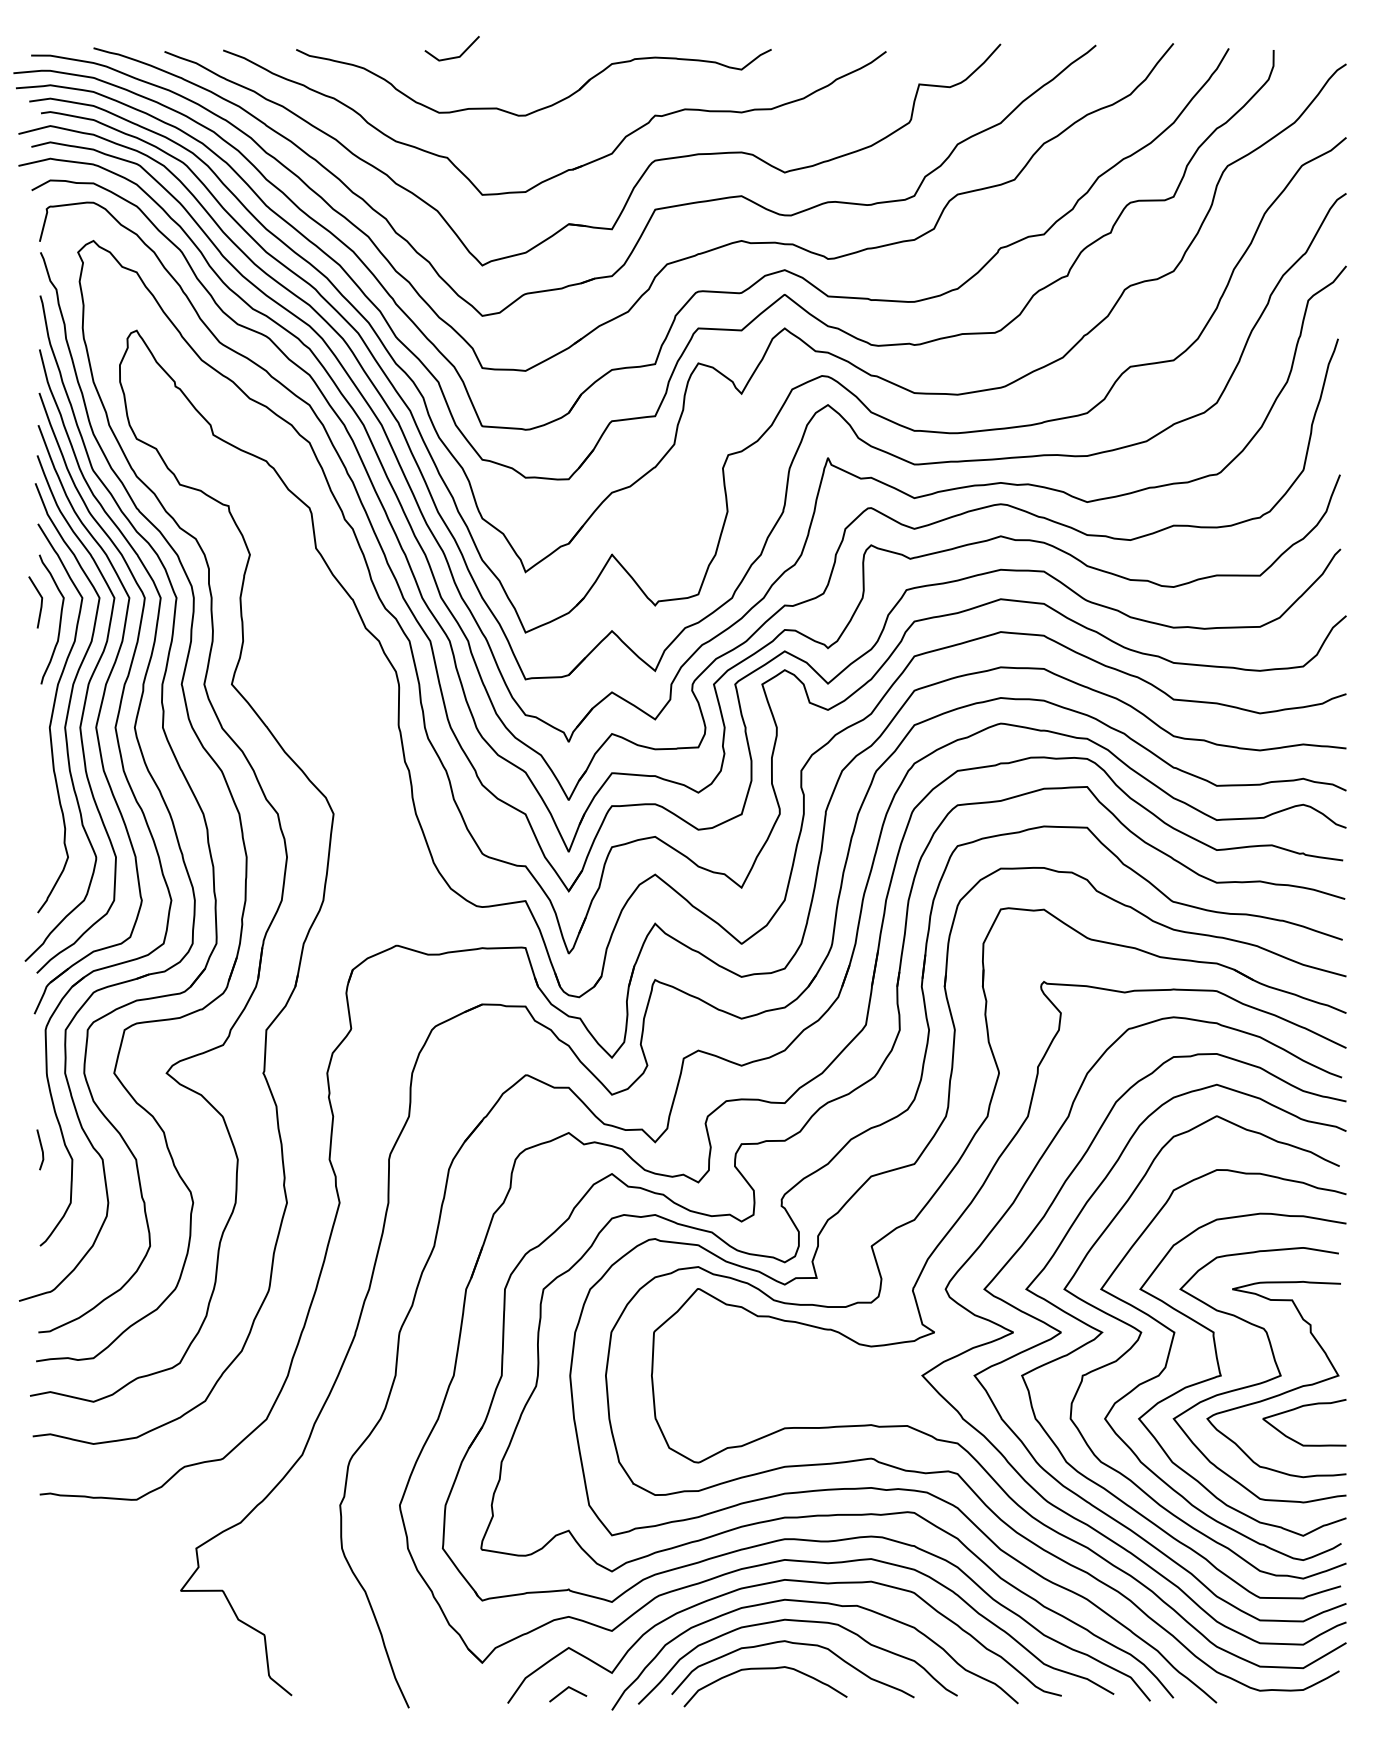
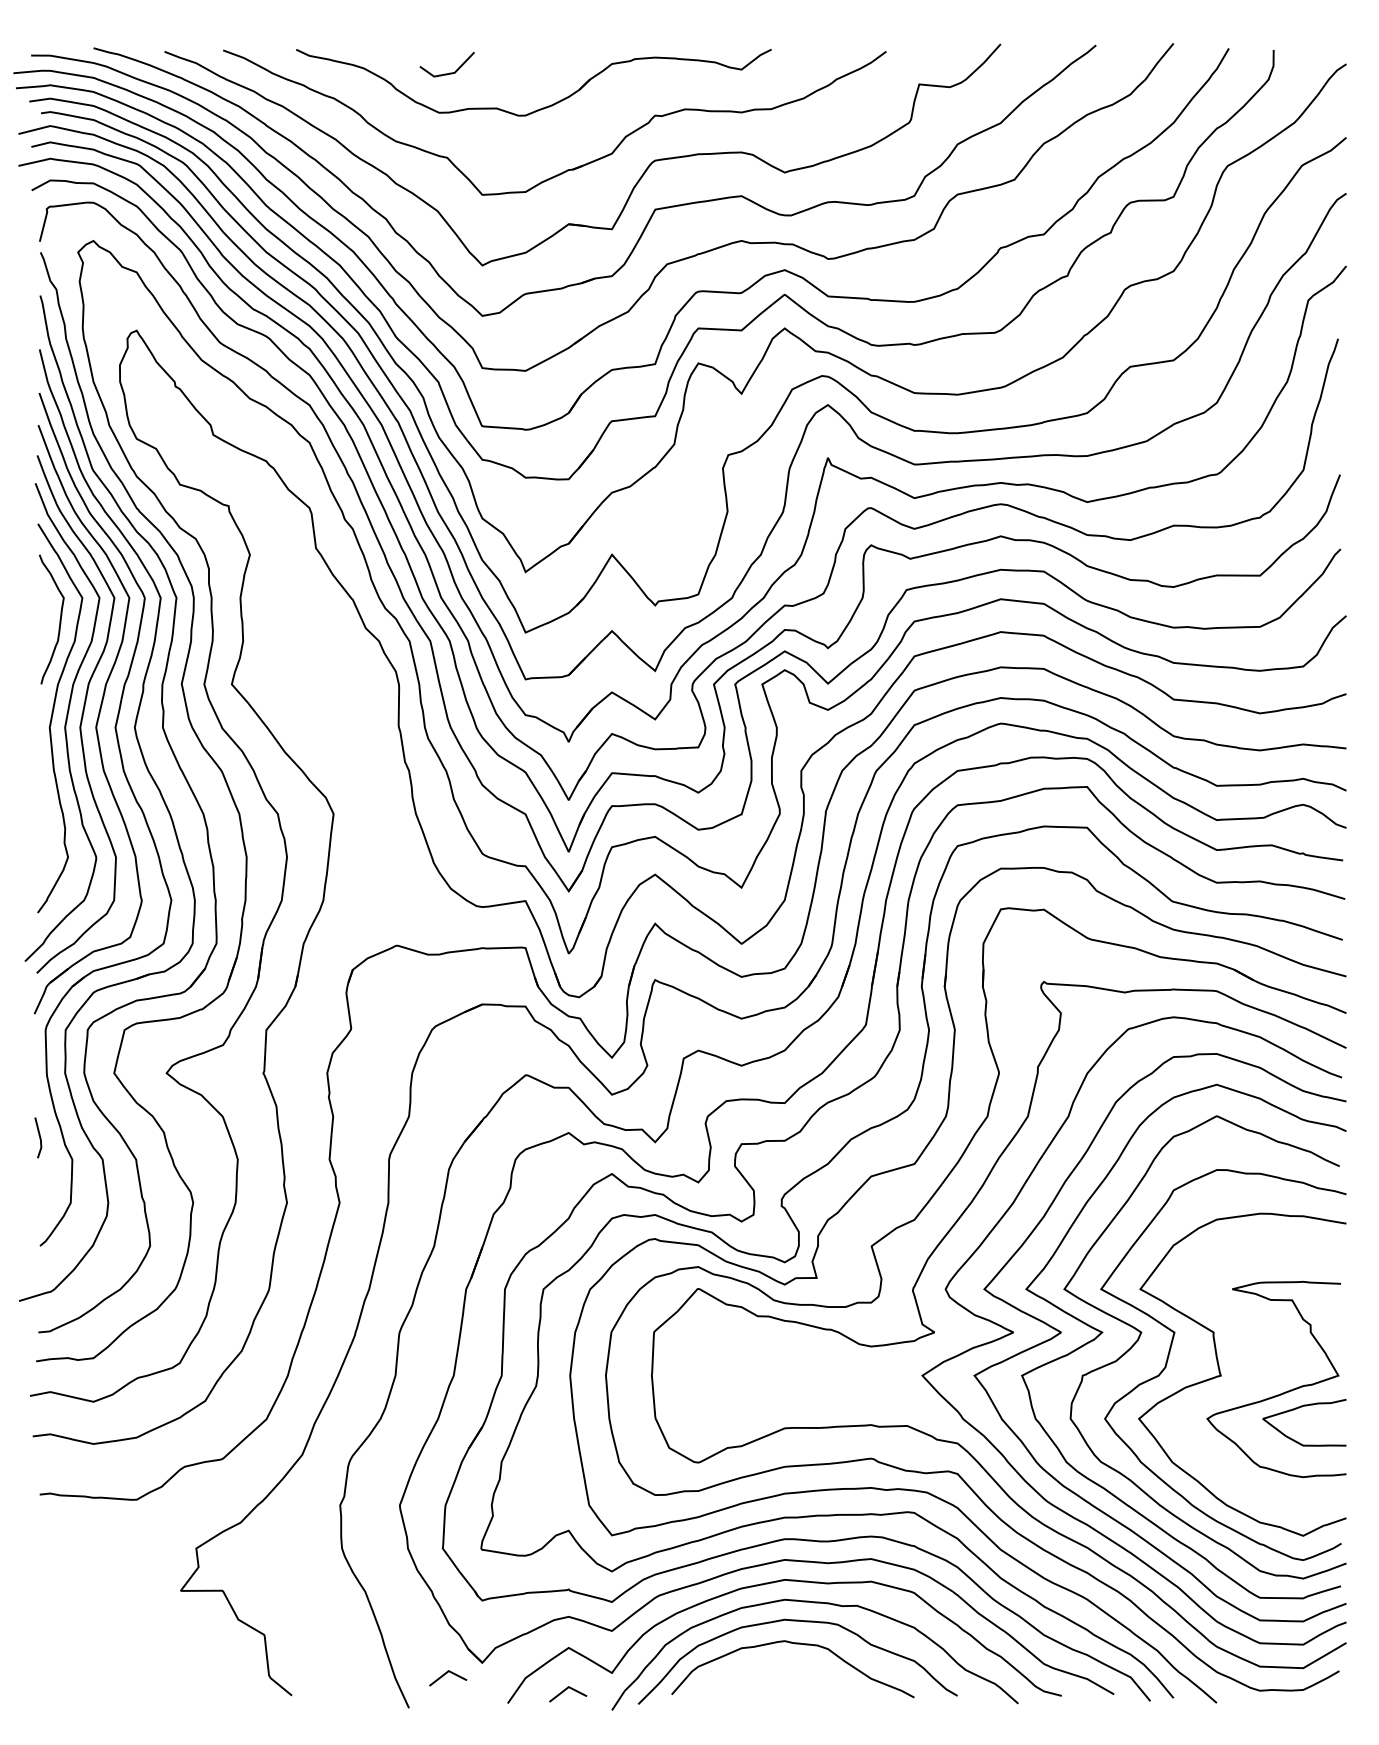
line at (454, 56) position: (454, 56) -> (449, 72)
line at (40, 603): present -> none
line at (41, 1149) position: (41, 1149) -> (39, 1137)
curve at (1262, 1381): present -> none
curve at (765, 1669): present -> none
line at (446, 1674): none -> present
